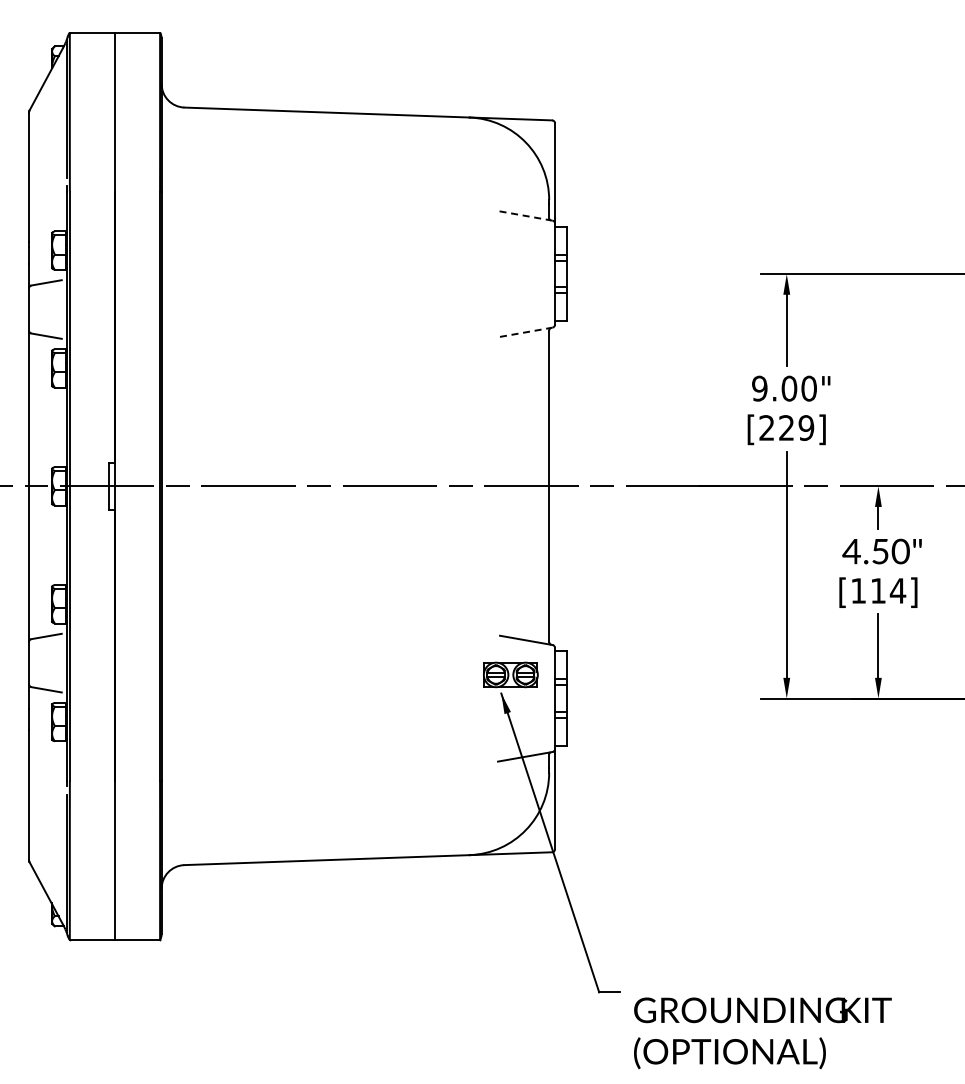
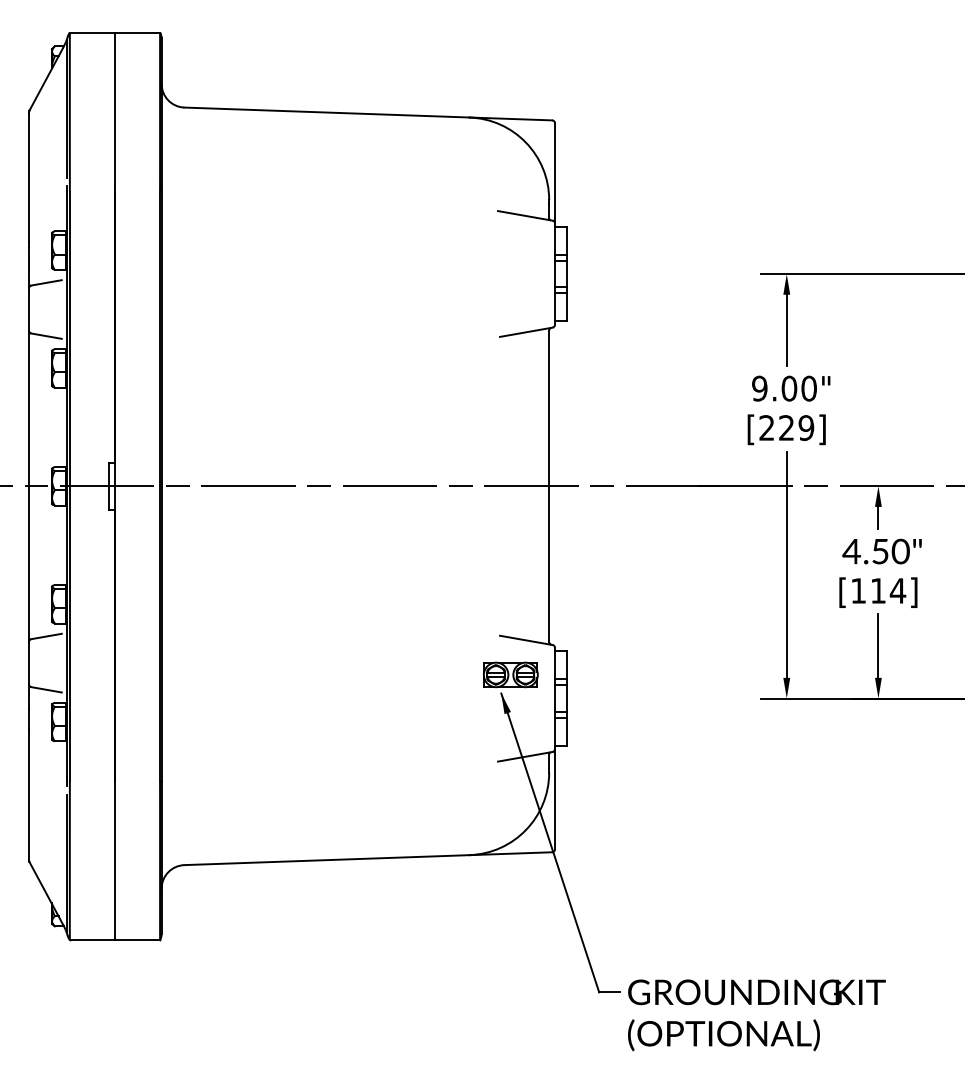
line at (525, 215): dashed -> solid
line at (526, 332): dashed -> solid
text at (762, 1033) position: (762, 1033) -> (756, 1015)
